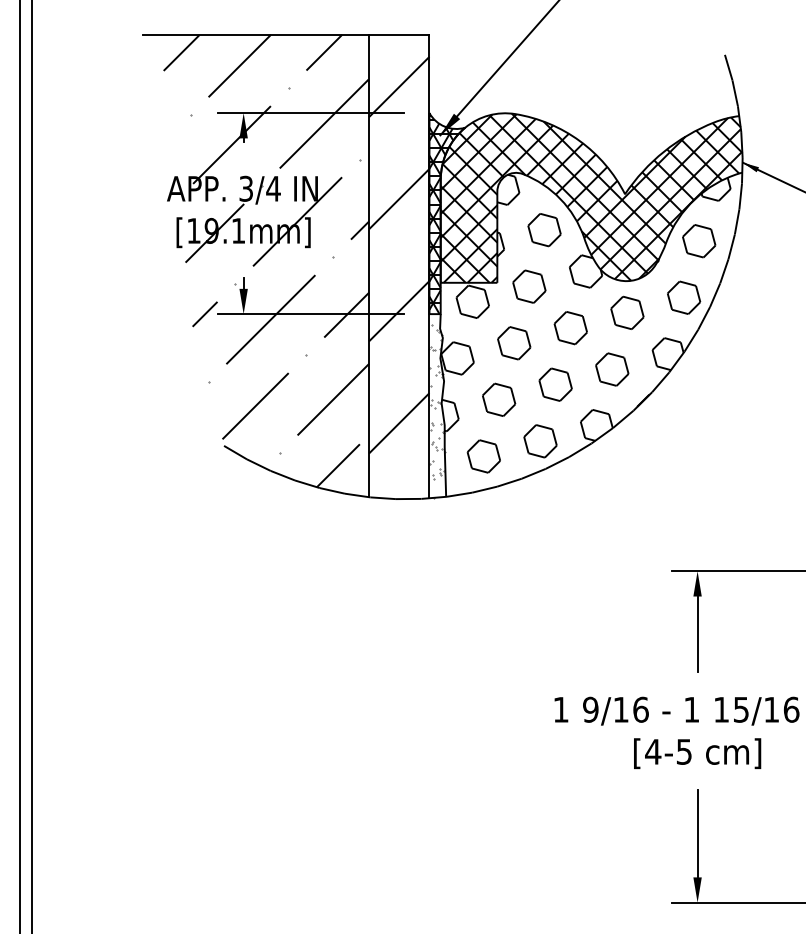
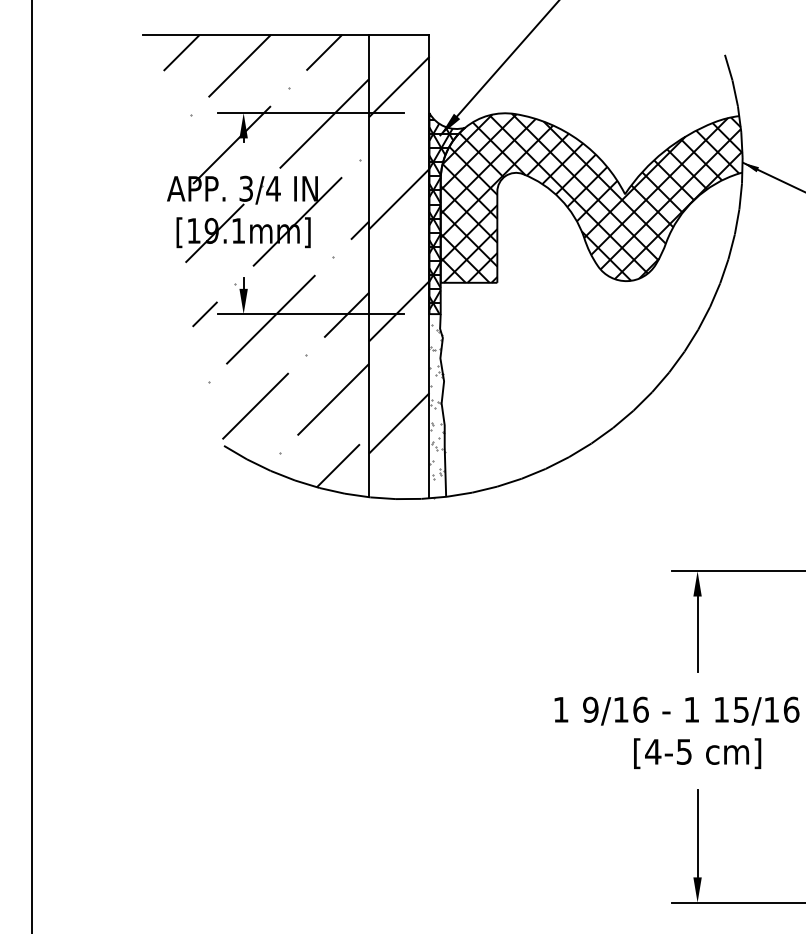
hatch at (585, 323): present -> none
line at (20, 466): present -> none
